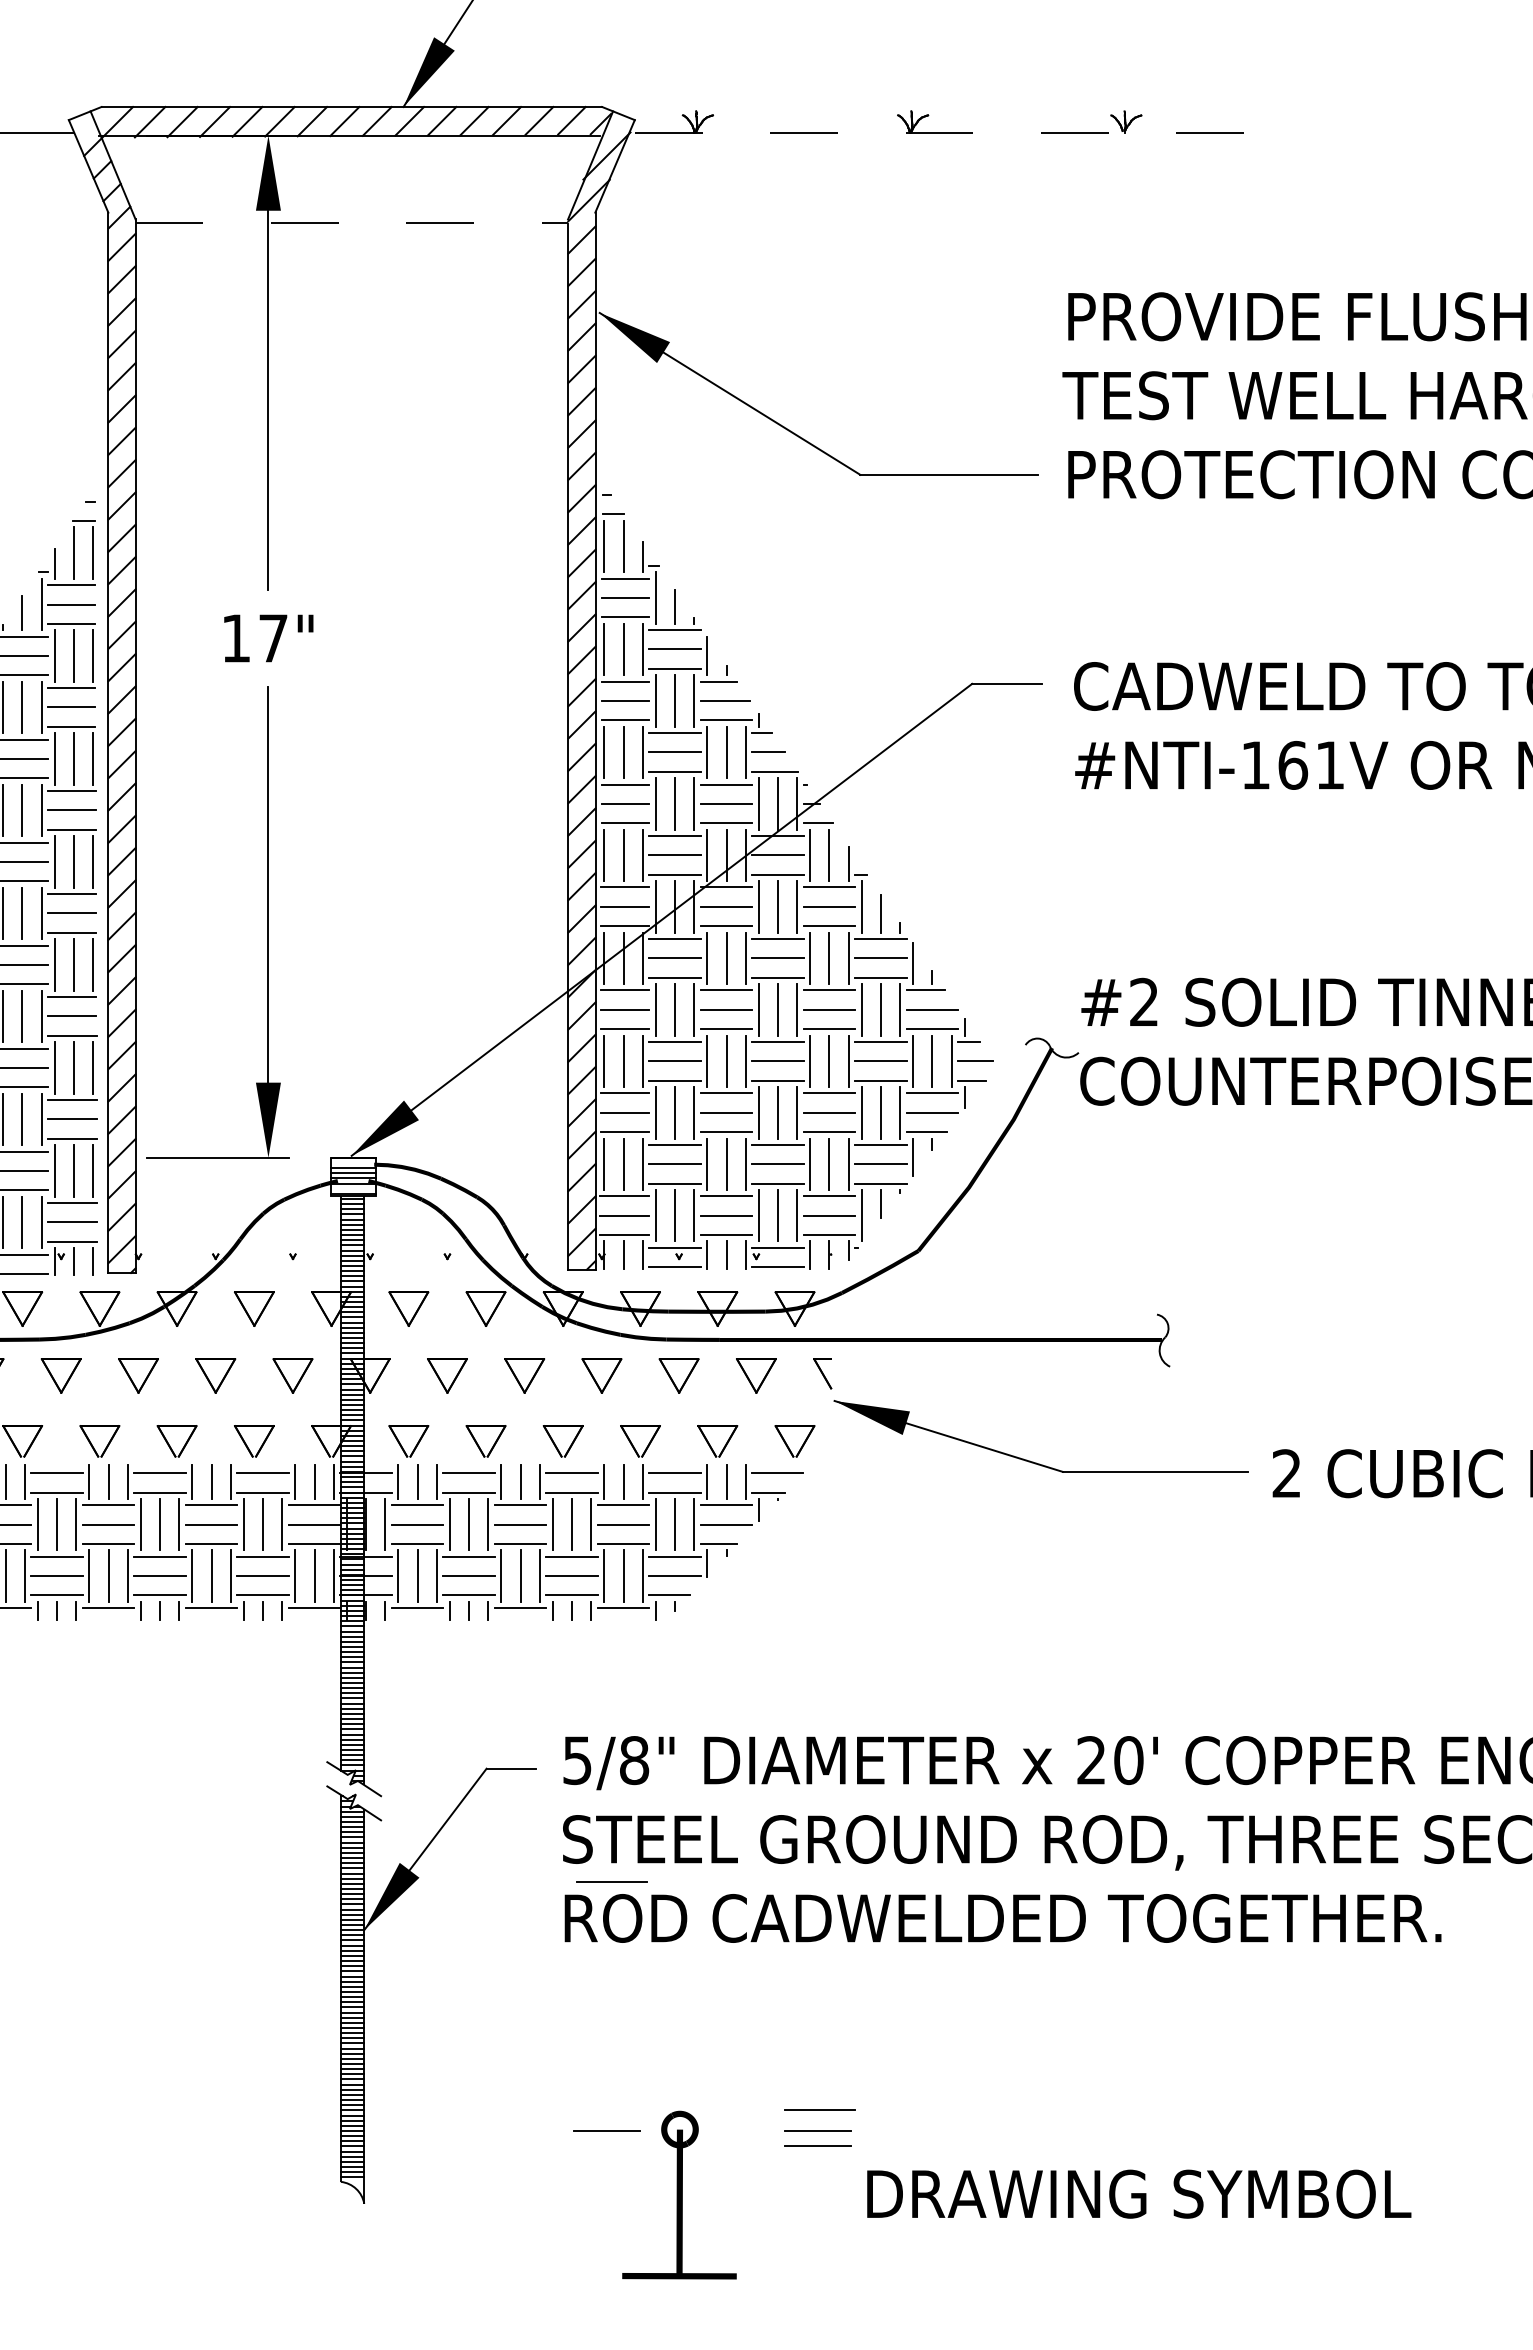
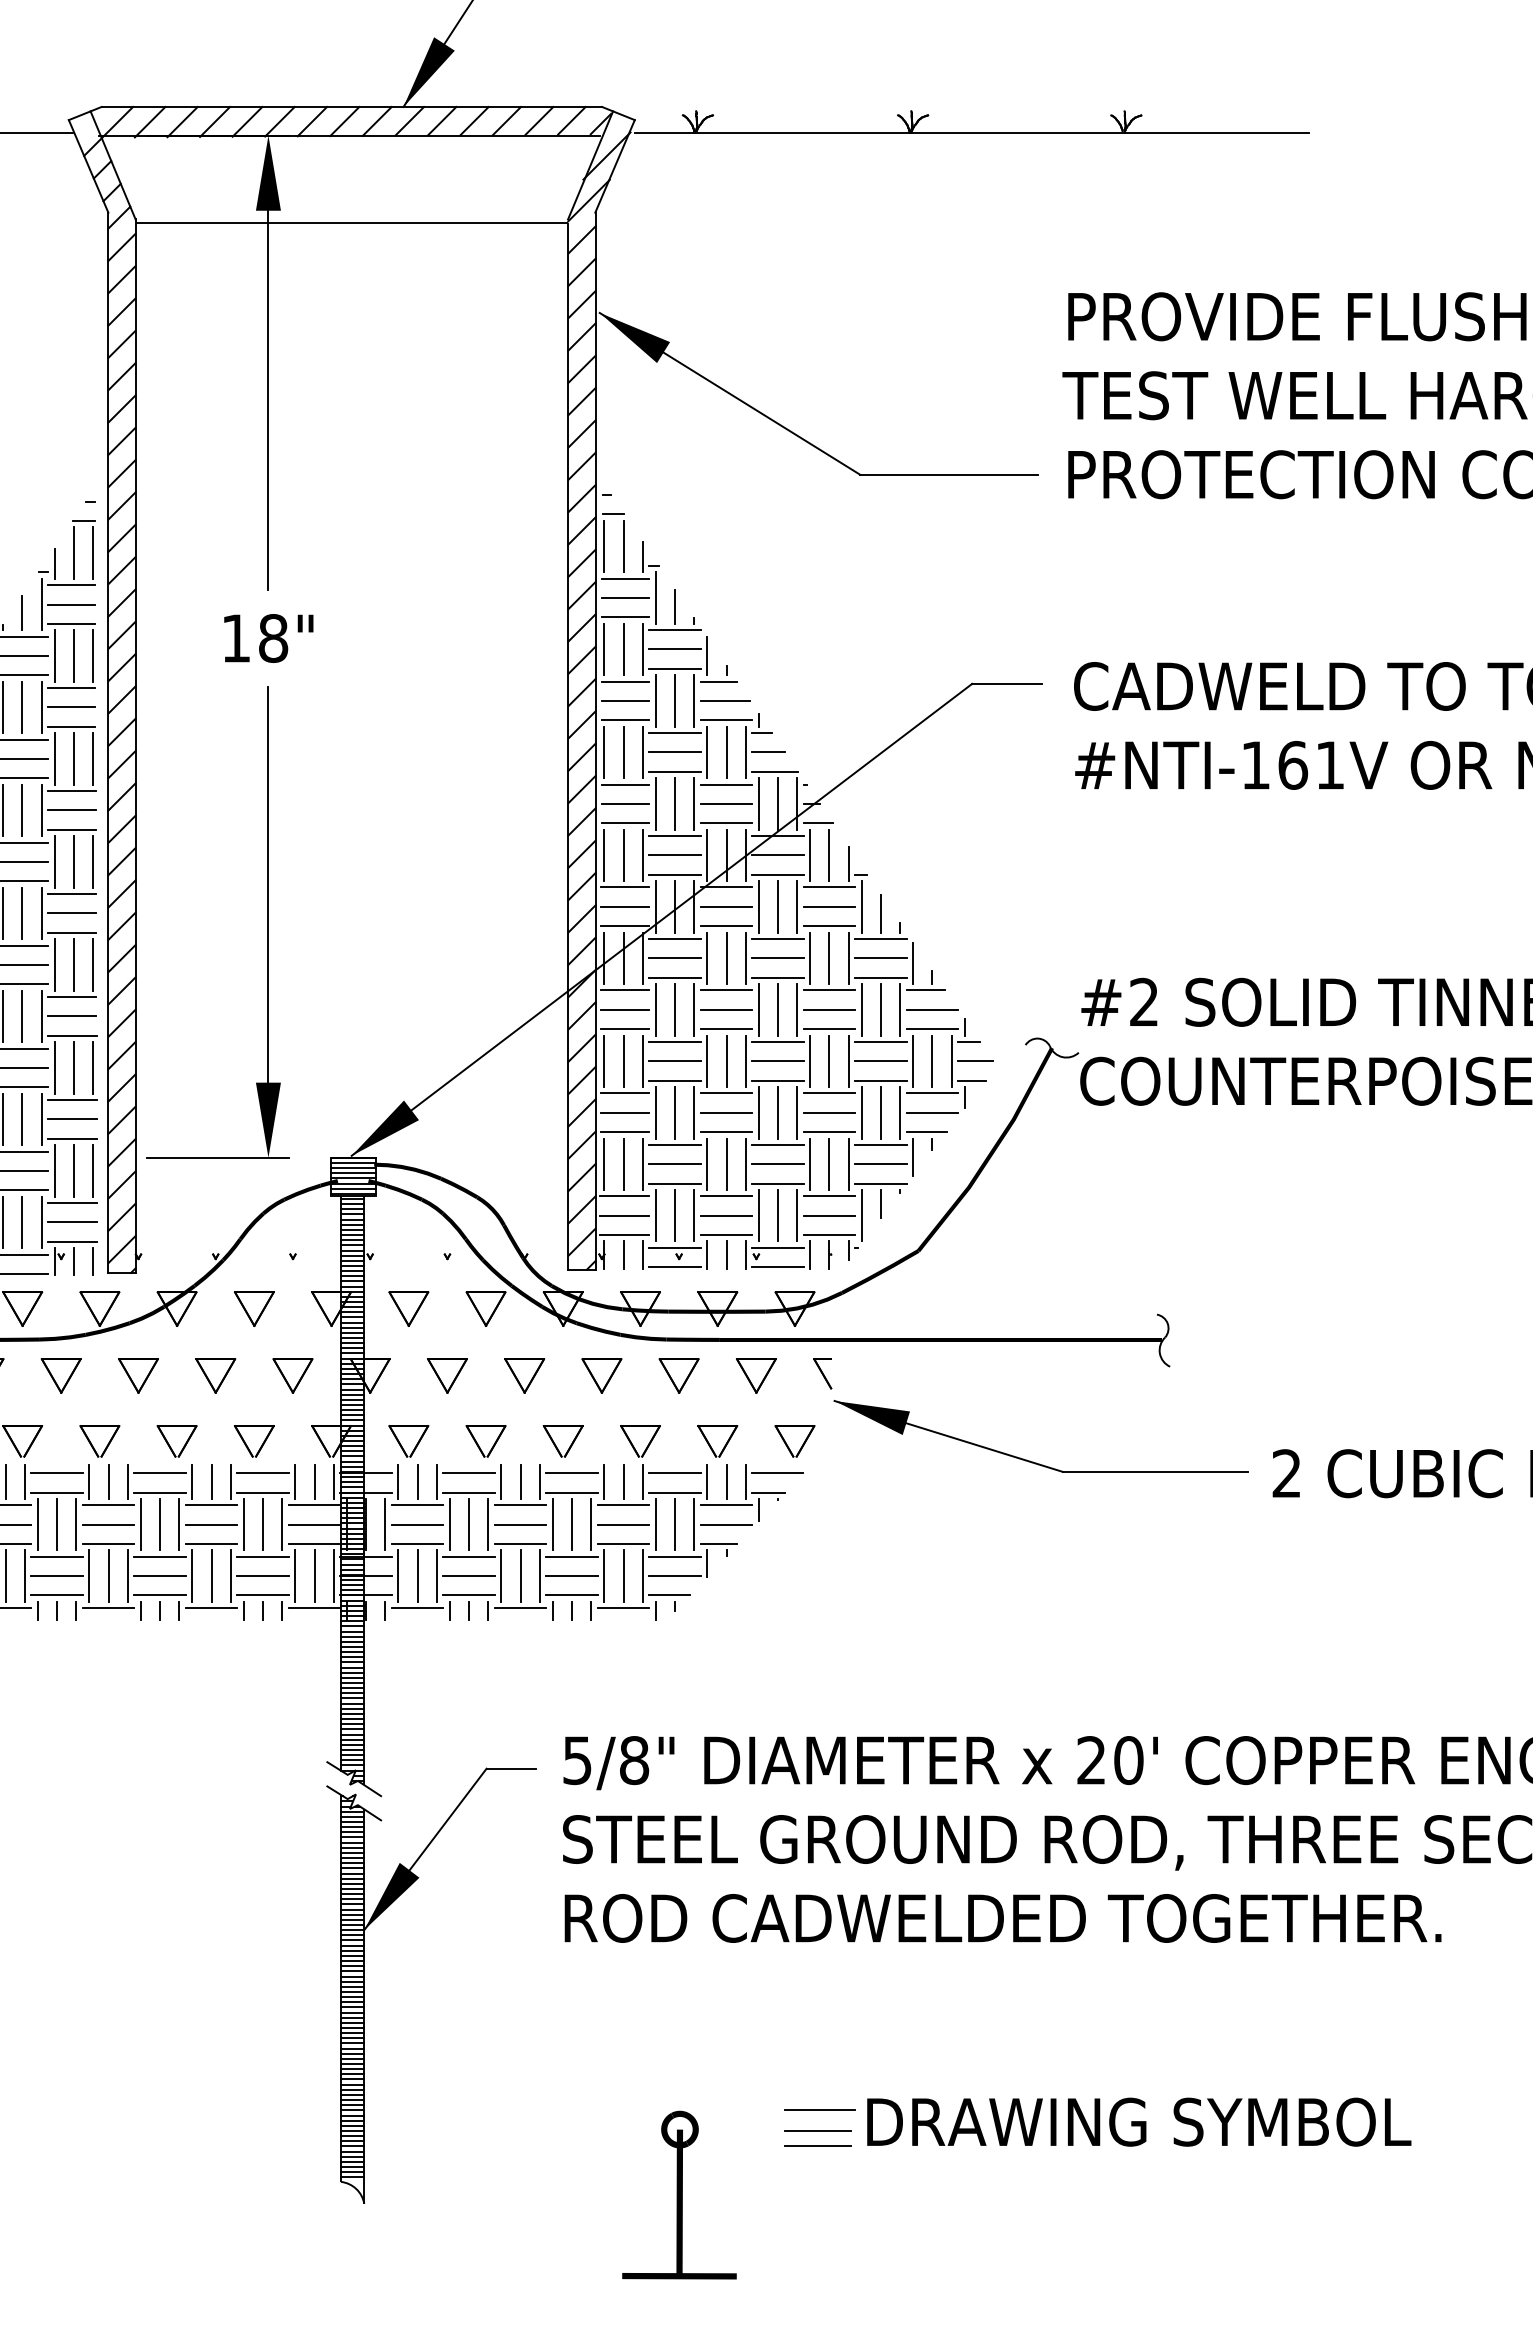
line at (972, 132): dashed -> solid
line at (352, 222): dashed -> solid
text at (273, 638): 17" -> 18"
line at (352, 1162): none -> present
line at (352, 1188): none -> present
line at (611, 1881): present -> none
line at (606, 2130): present -> none
text at (1139, 2193) position: (1139, 2193) -> (1139, 2121)
